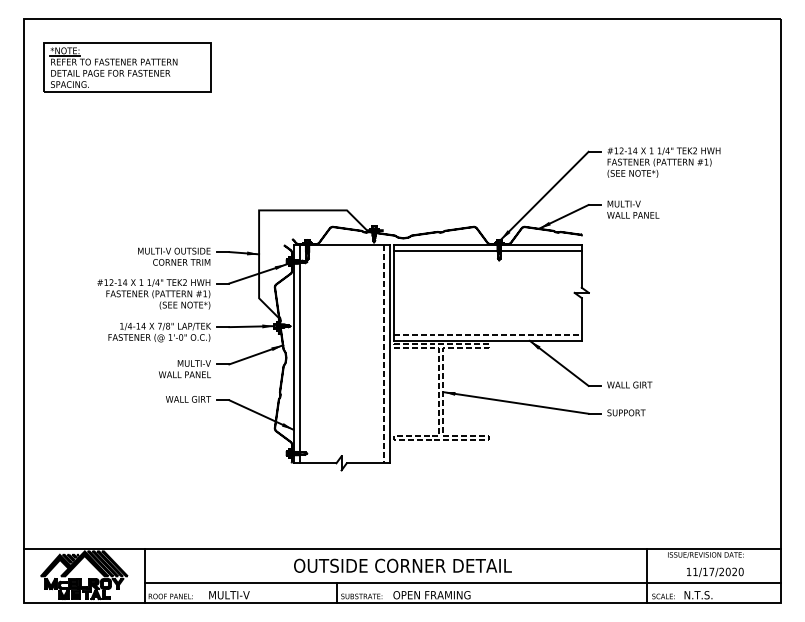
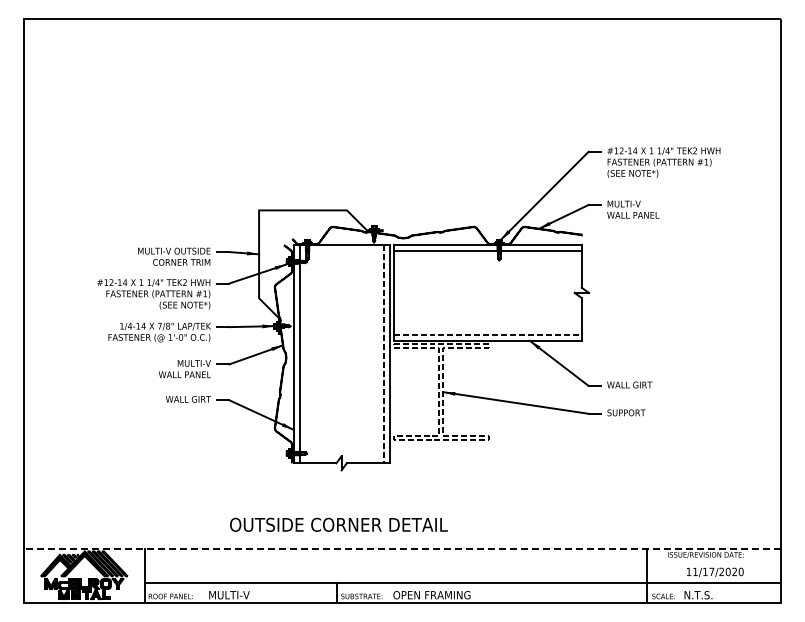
part at (127, 67): present -> none
line at (402, 548): solid -> dashed
text at (402, 565) position: (402, 565) -> (338, 524)
